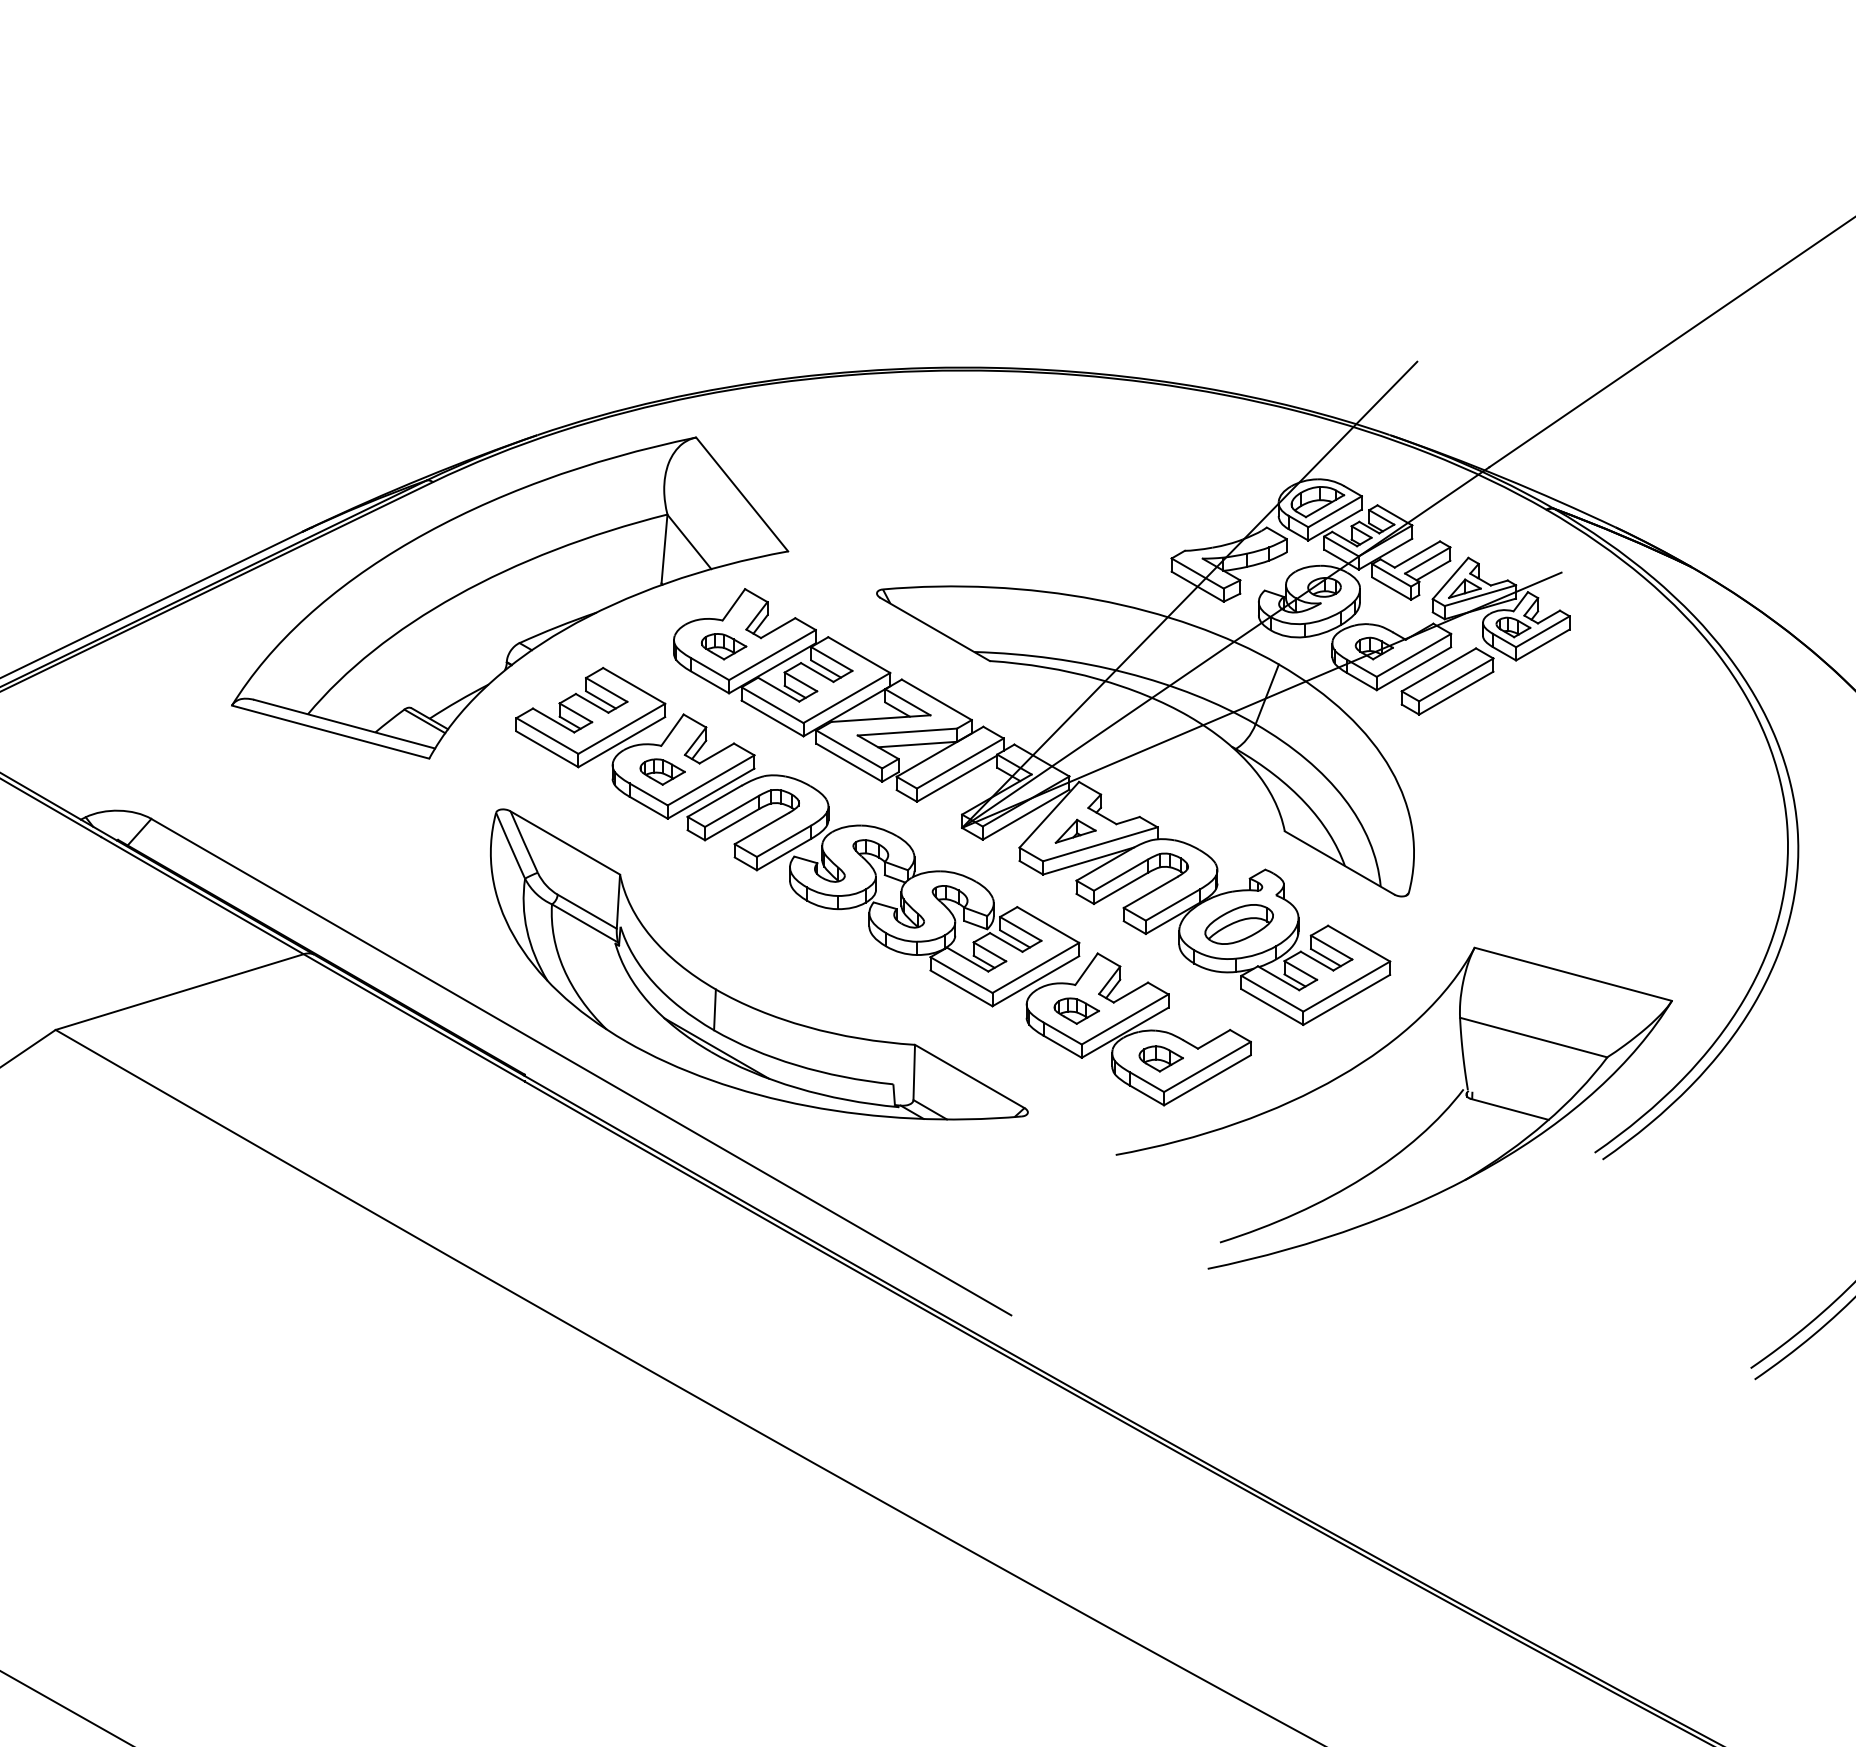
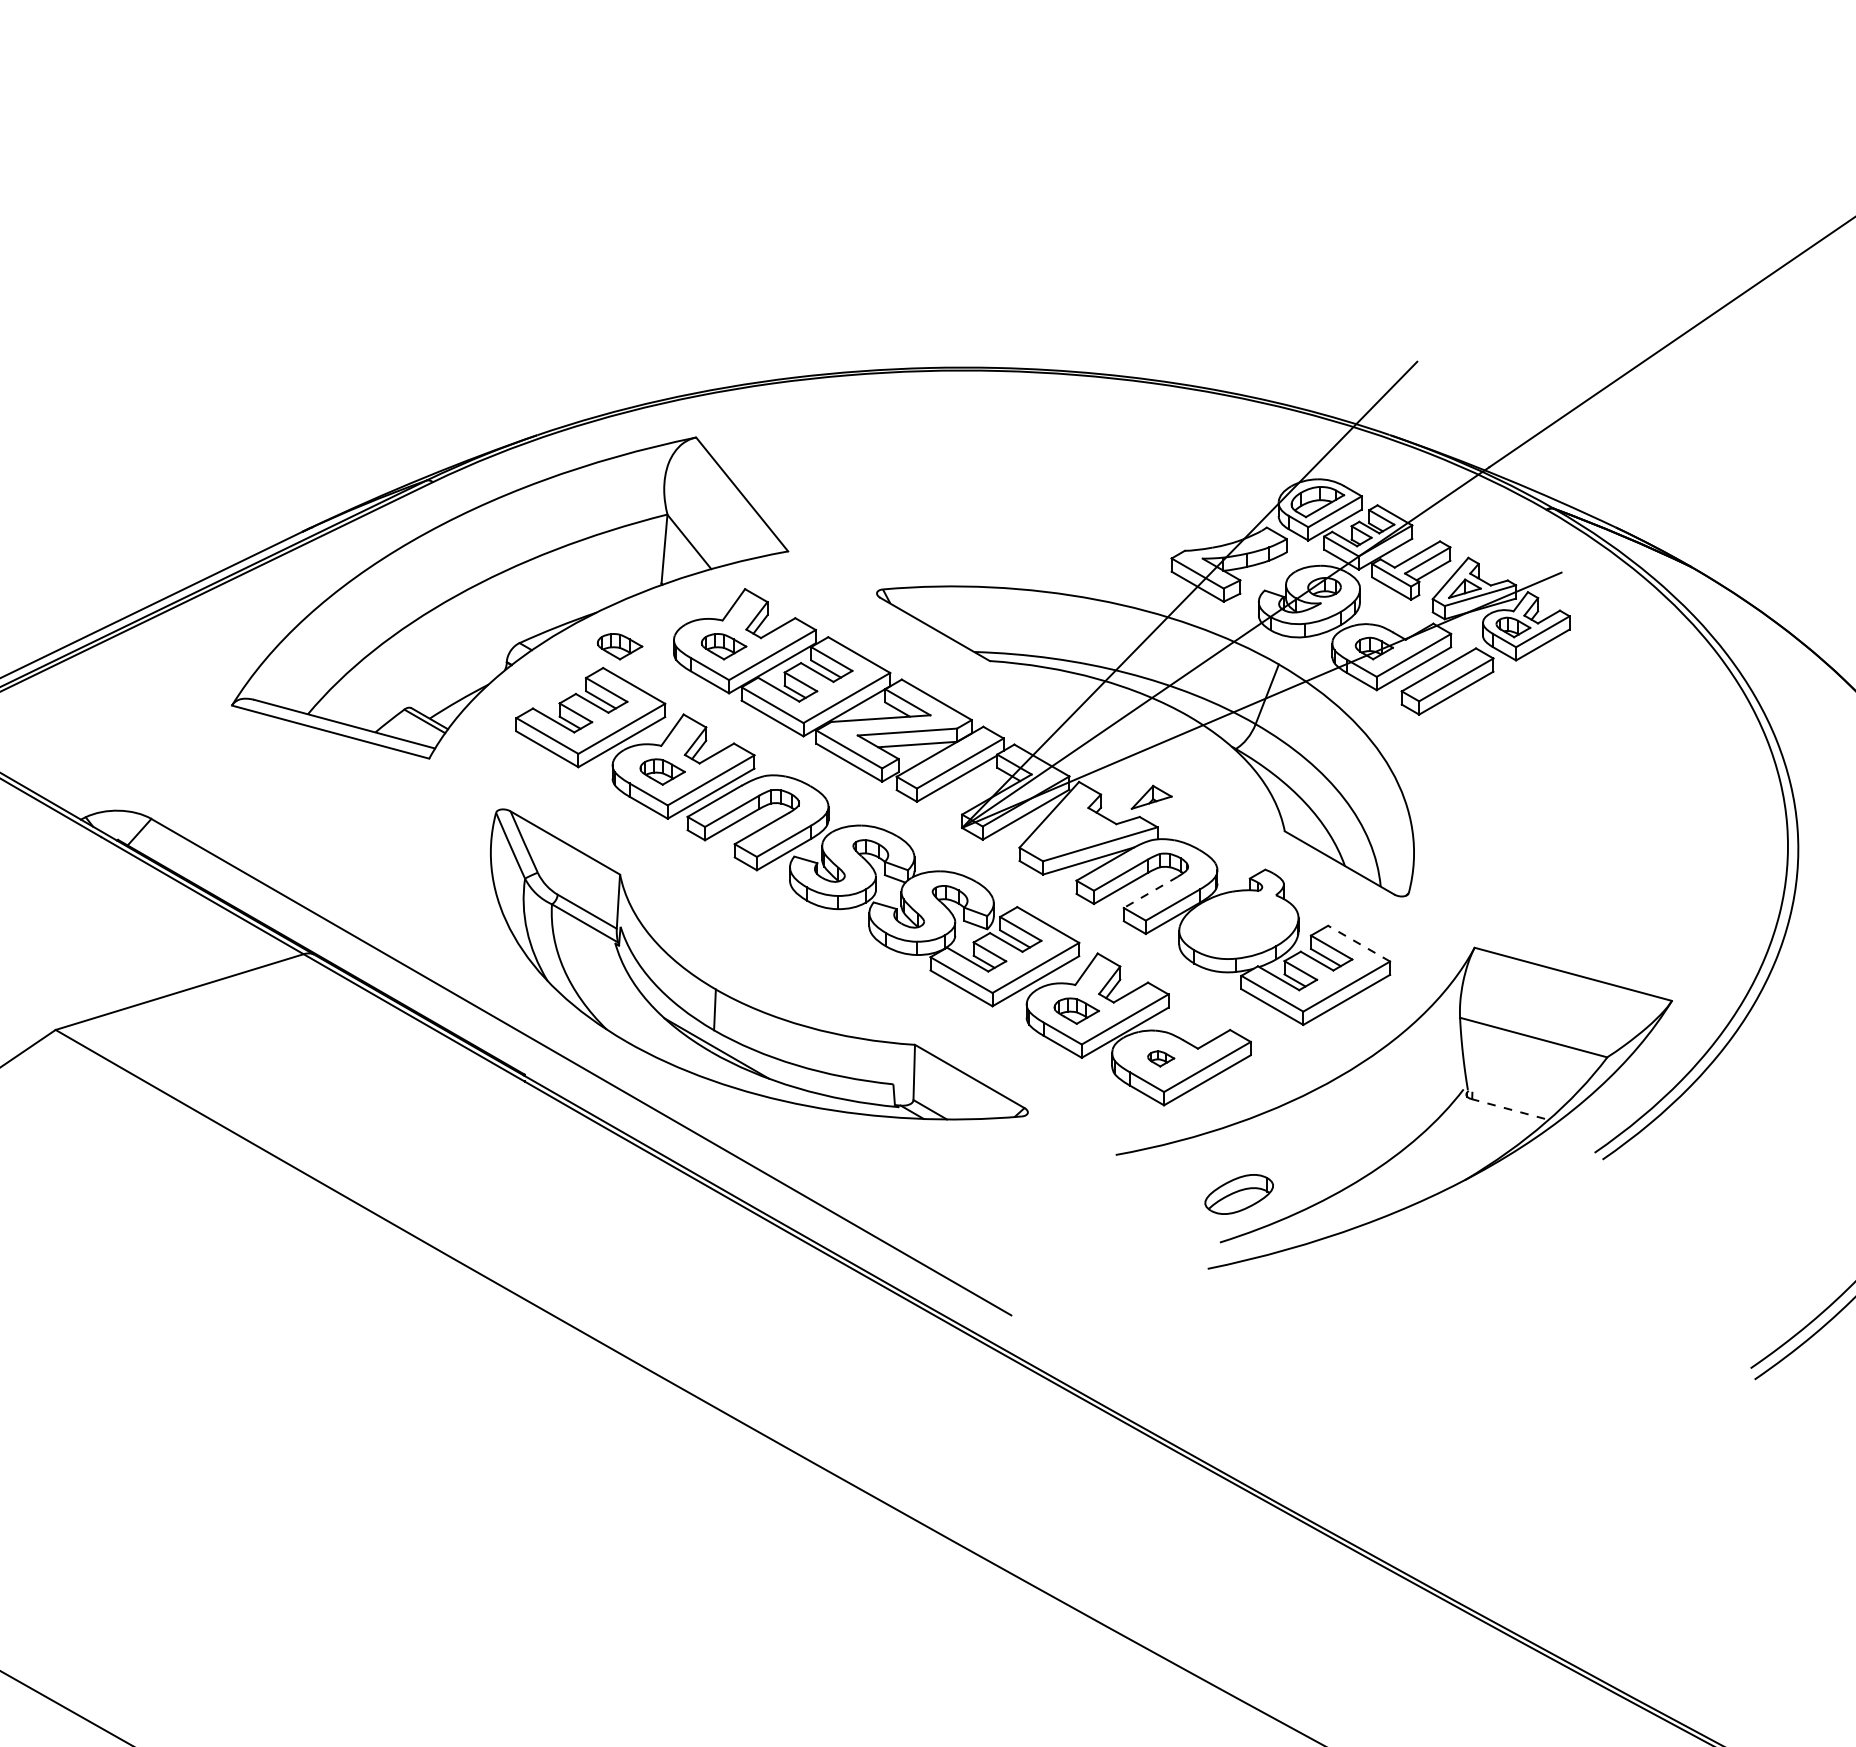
part at (620, 646): none -> present
part at (1075, 830) position: (1075, 830) -> (1151, 796)
line at (1150, 892): solid -> dashed
part at (1238, 924) position: (1238, 924) -> (1238, 1194)
line at (1359, 943): solid -> dashed
part at (1160, 1058) size: 46x28 px -> 29x18 px
line at (1510, 1109): solid -> dashed
